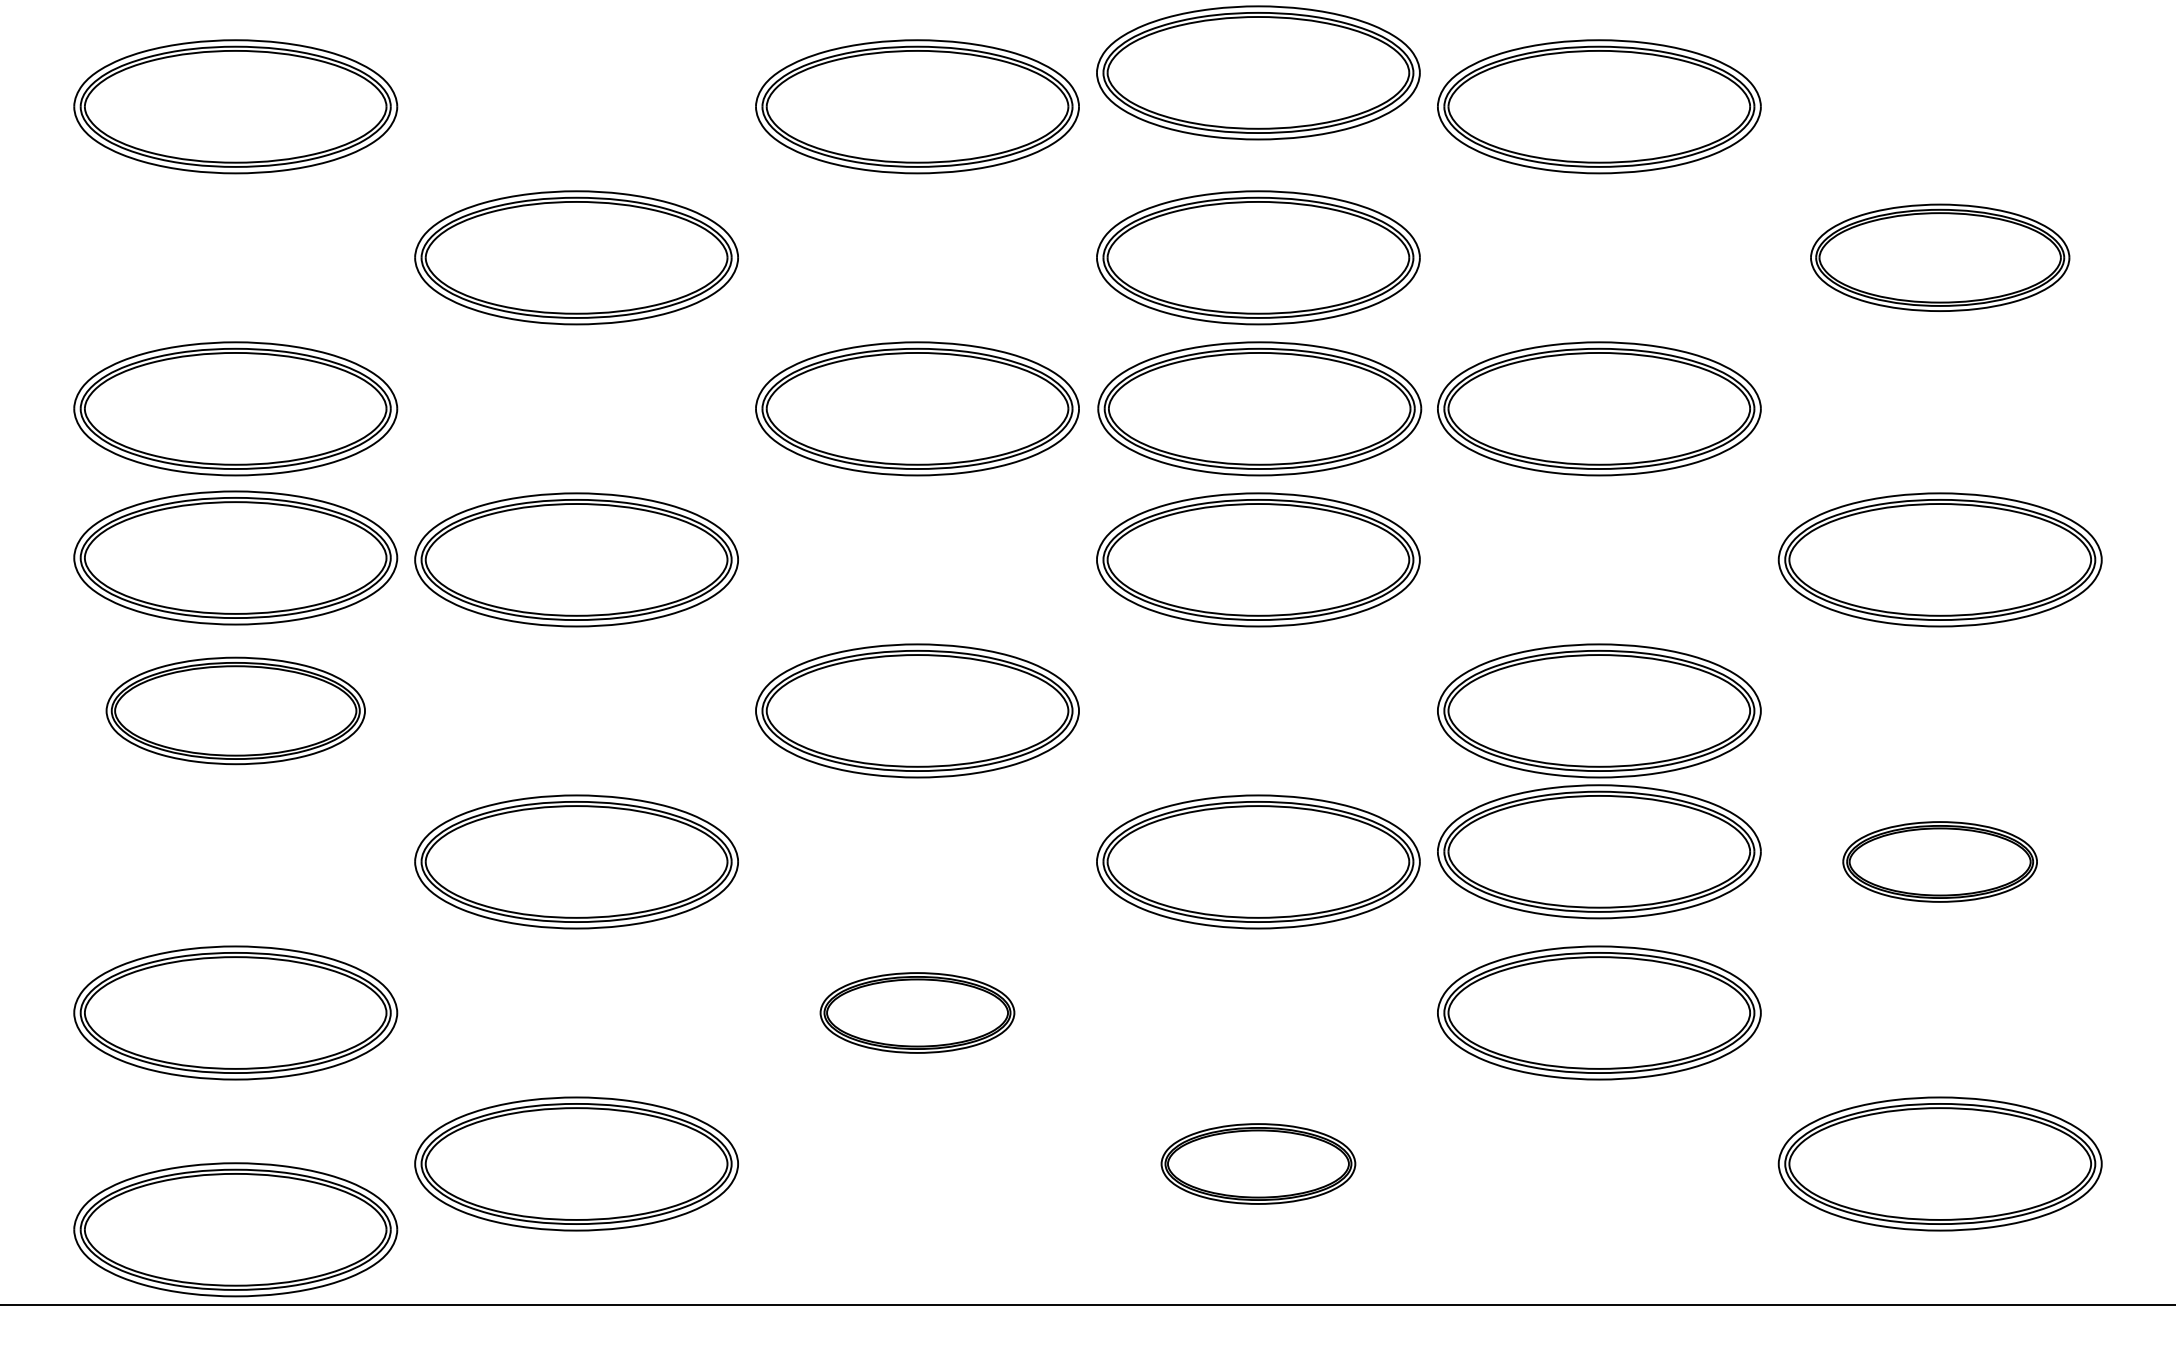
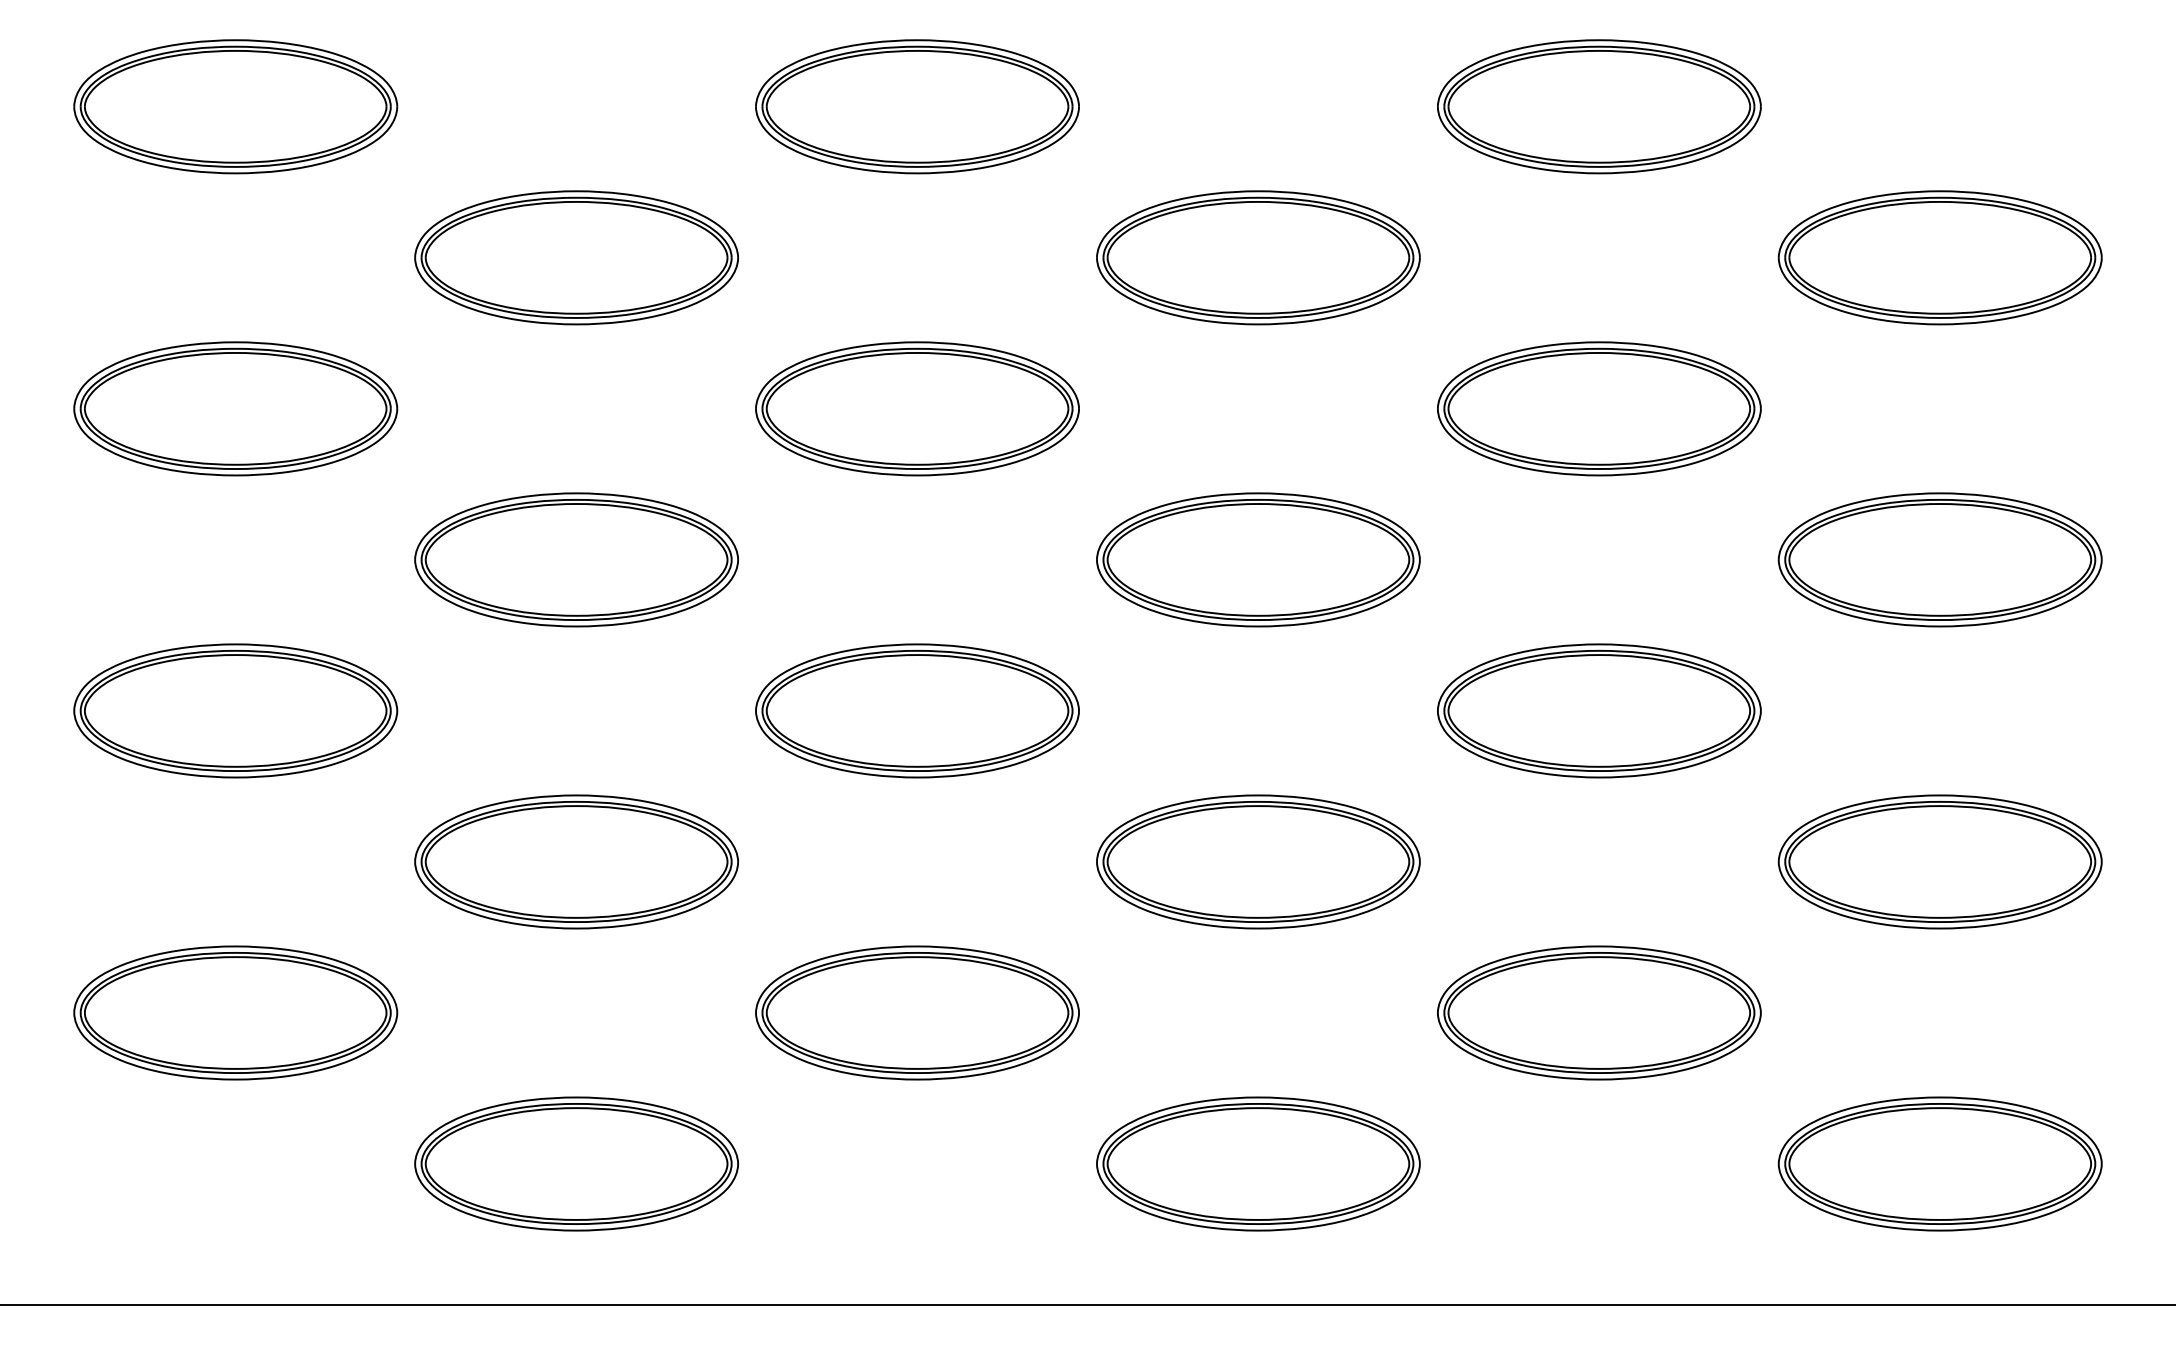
part at (1258, 72): present -> none
part at (1940, 257) size: 261x109 px -> 326x136 px
part at (1259, 408): present -> none
part at (235, 557): present -> none
part at (235, 710) size: 261x110 px -> 326x136 px
part at (1599, 851): present -> none
part at (1939, 861) size: 196x82 px -> 326x136 px
part at (917, 1012) size: 197x82 px -> 325x136 px
part at (1258, 1163) size: 197x82 px -> 325x136 px
part at (235, 1229): present -> none
